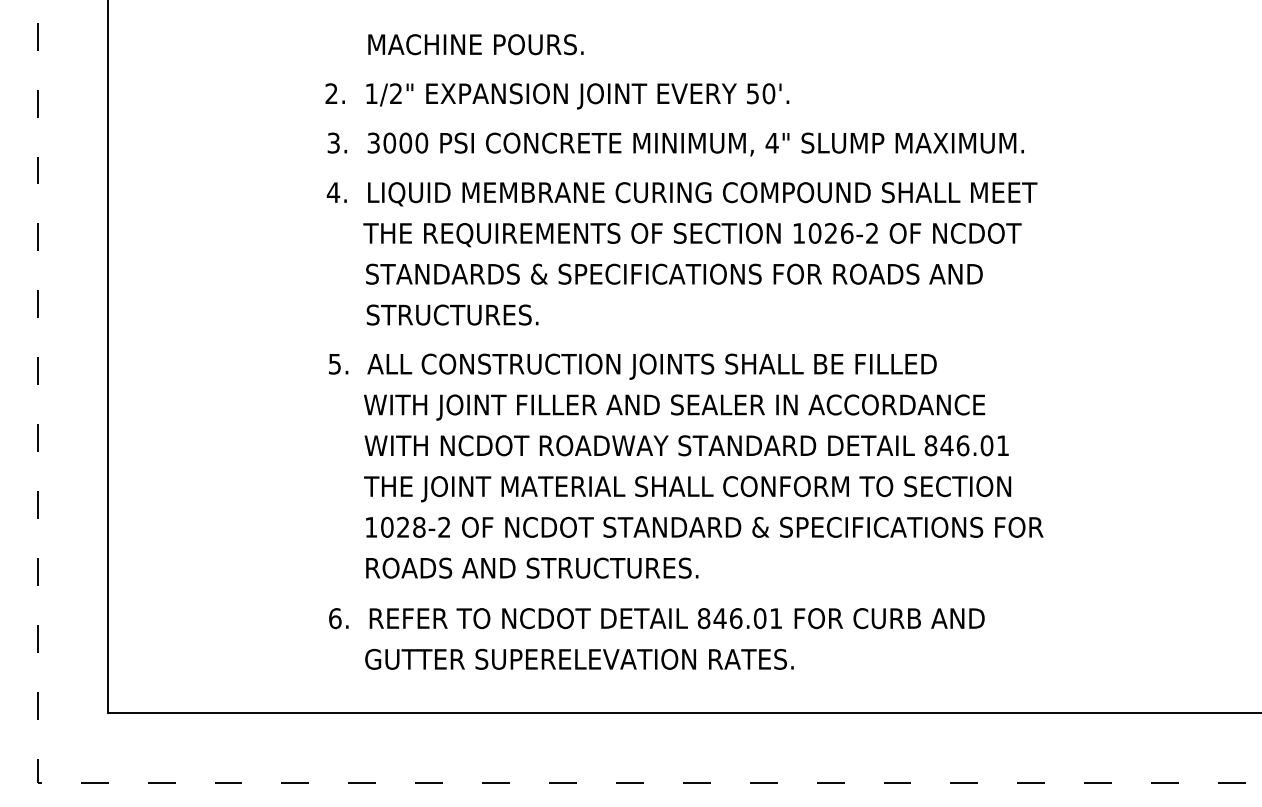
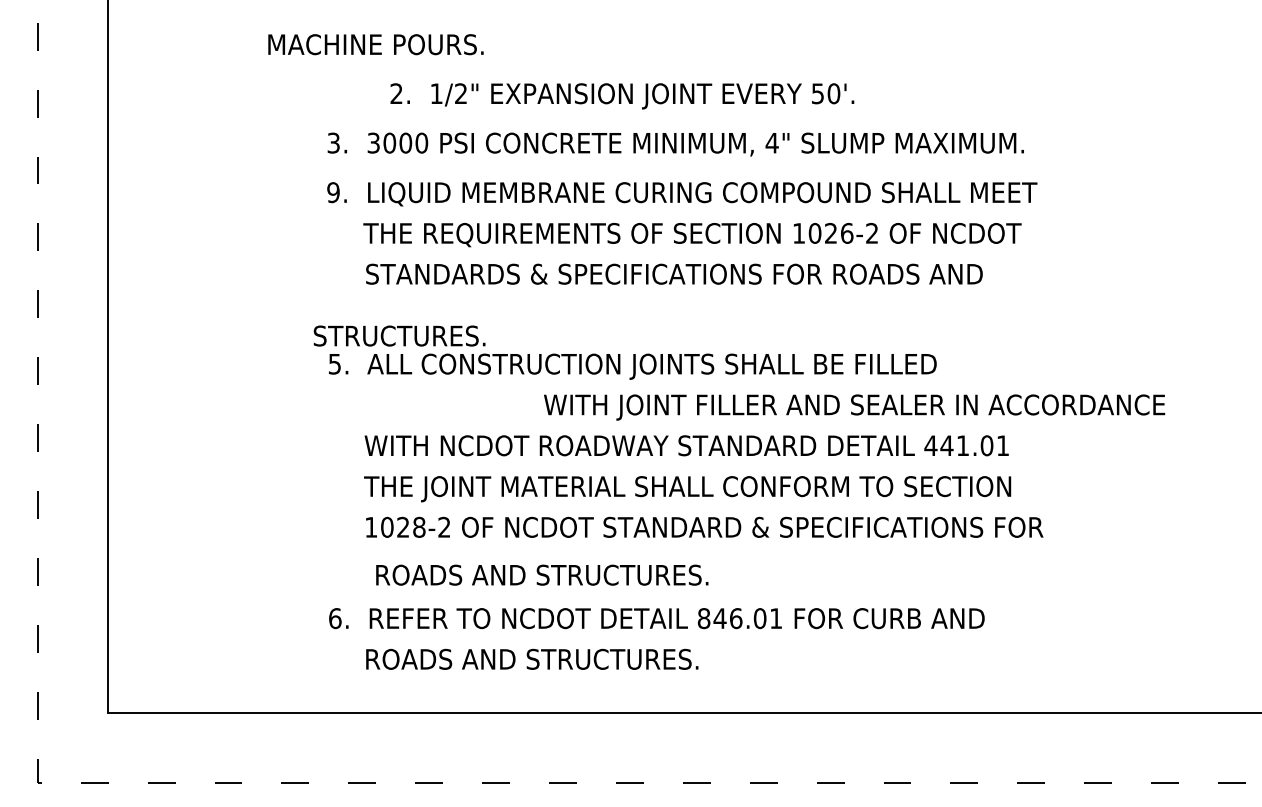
text at (475, 44) position: (475, 44) -> (375, 44)
text at (557, 96) position: (557, 96) -> (622, 96)
text at (333, 192): 4. -> 9.
text at (452, 314) position: (452, 314) -> (399, 335)
text at (674, 407) position: (674, 407) -> (854, 407)
text at (946, 445): 846.01 -> 441.01
text at (532, 567) position: (532, 567) -> (542, 574)
text at (579, 658): GUTTER SUPERELEVATION RATES. -> ROADS AND STRUCTURES.
